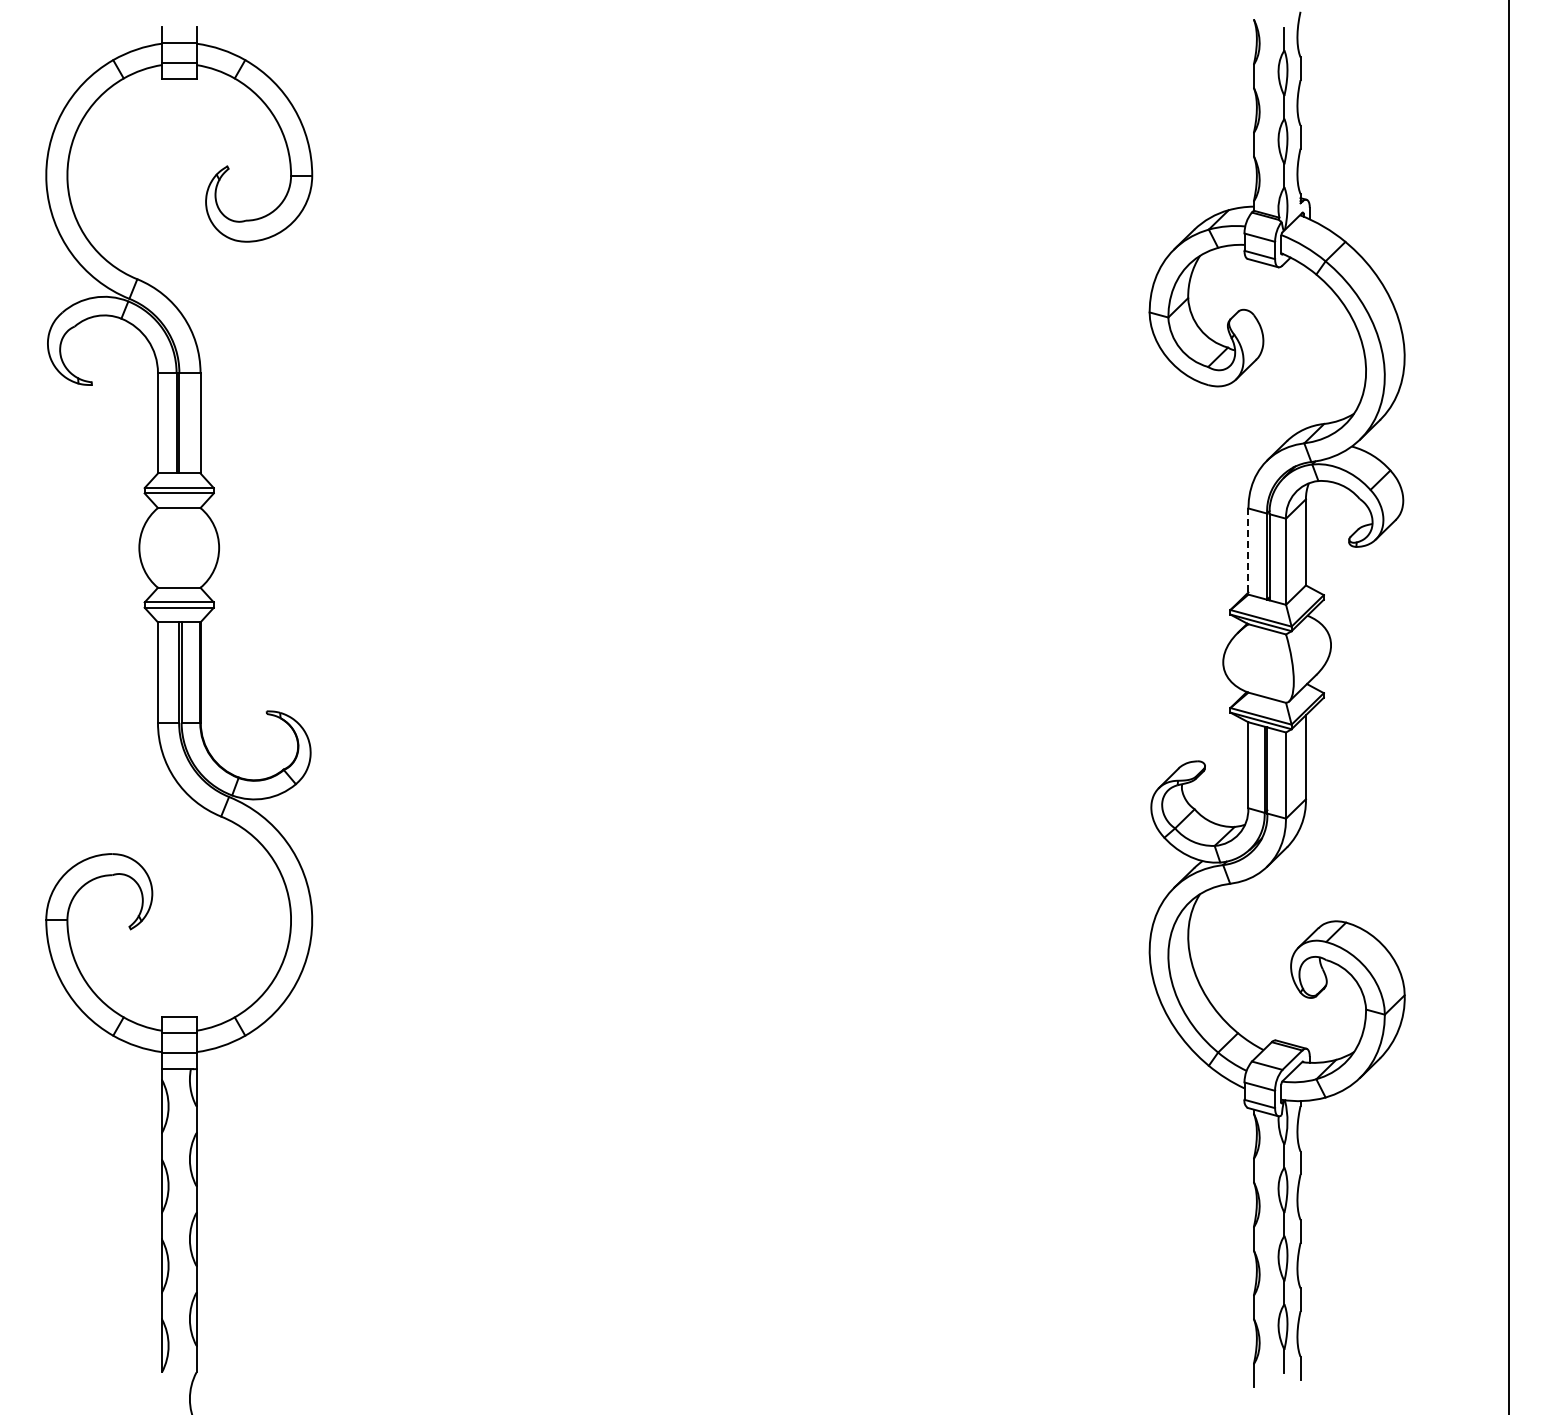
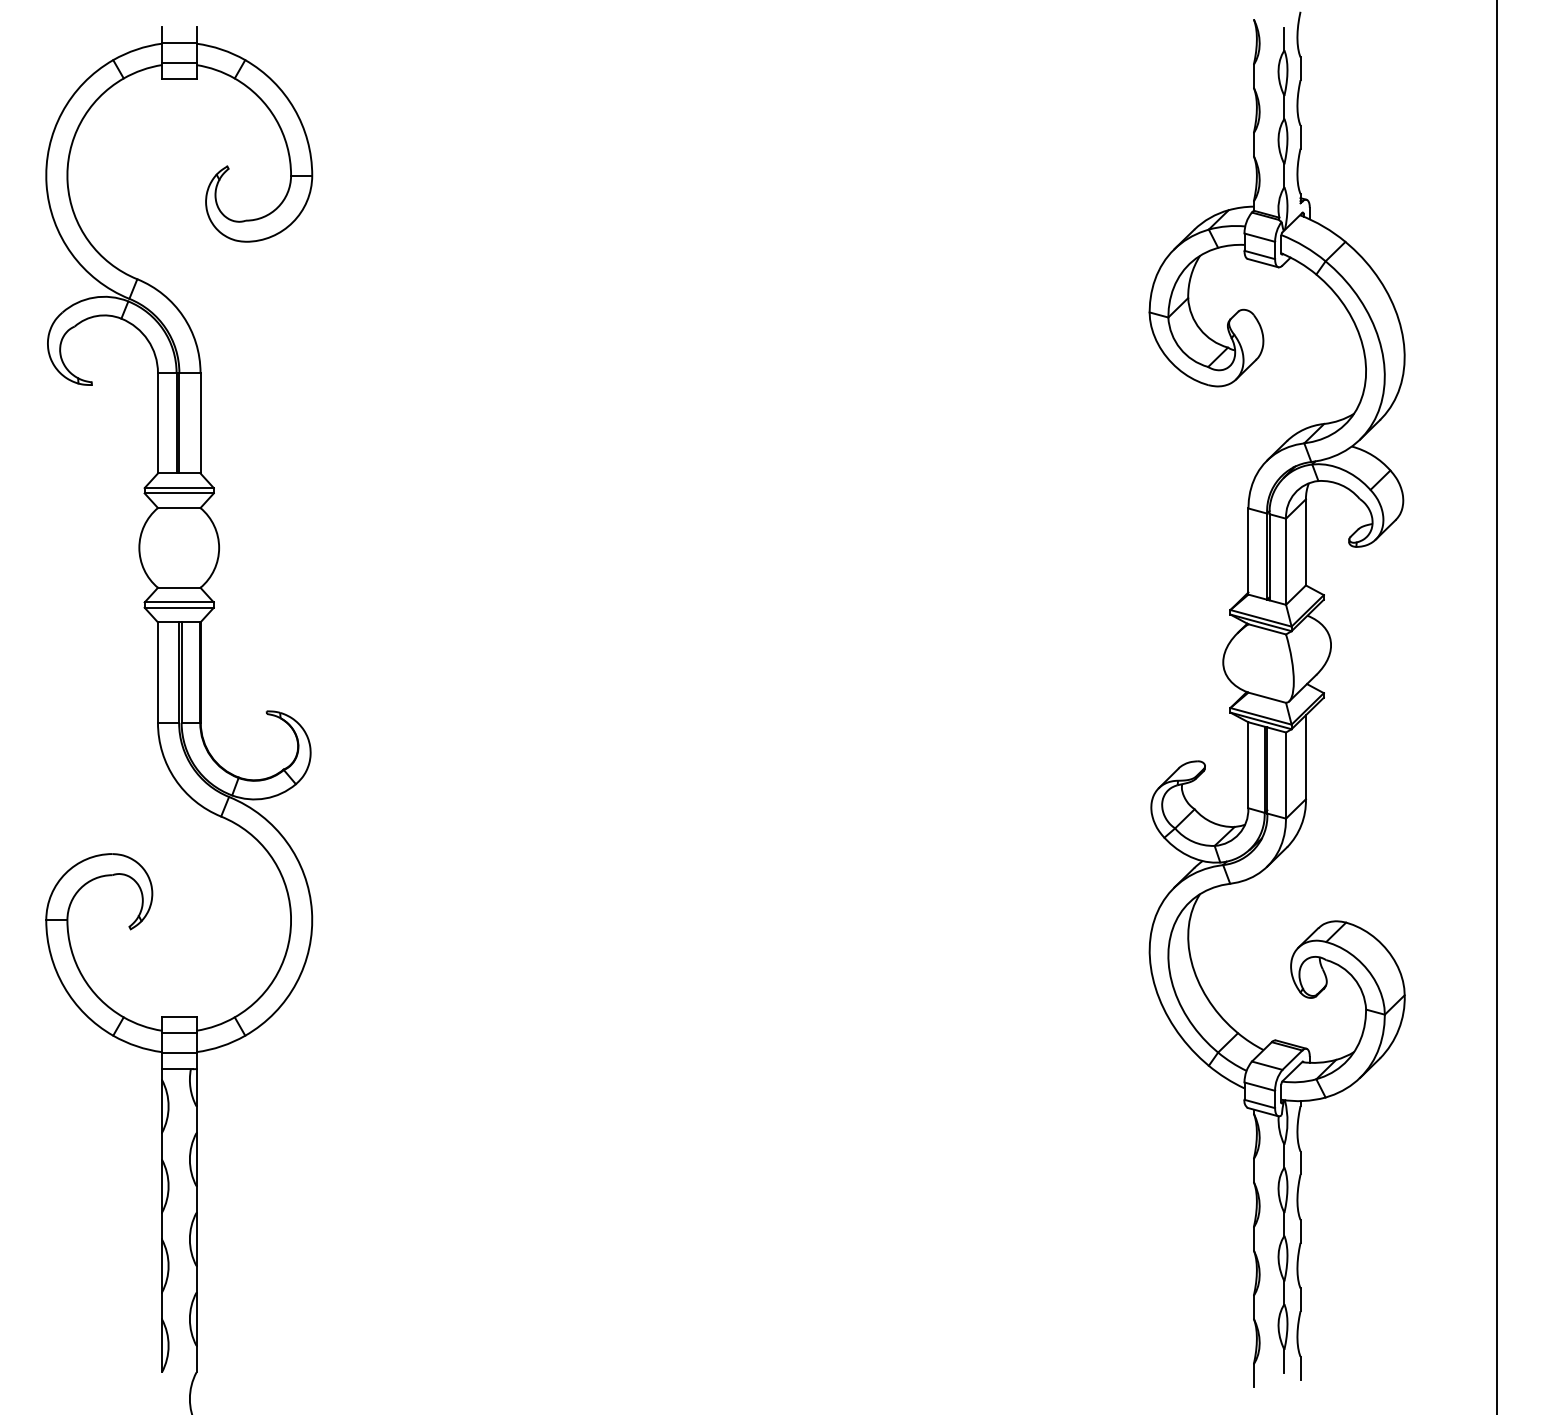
line at (1248, 552): dashed -> solid
line at (1508, 706) position: (1508, 706) -> (1496, 706)
